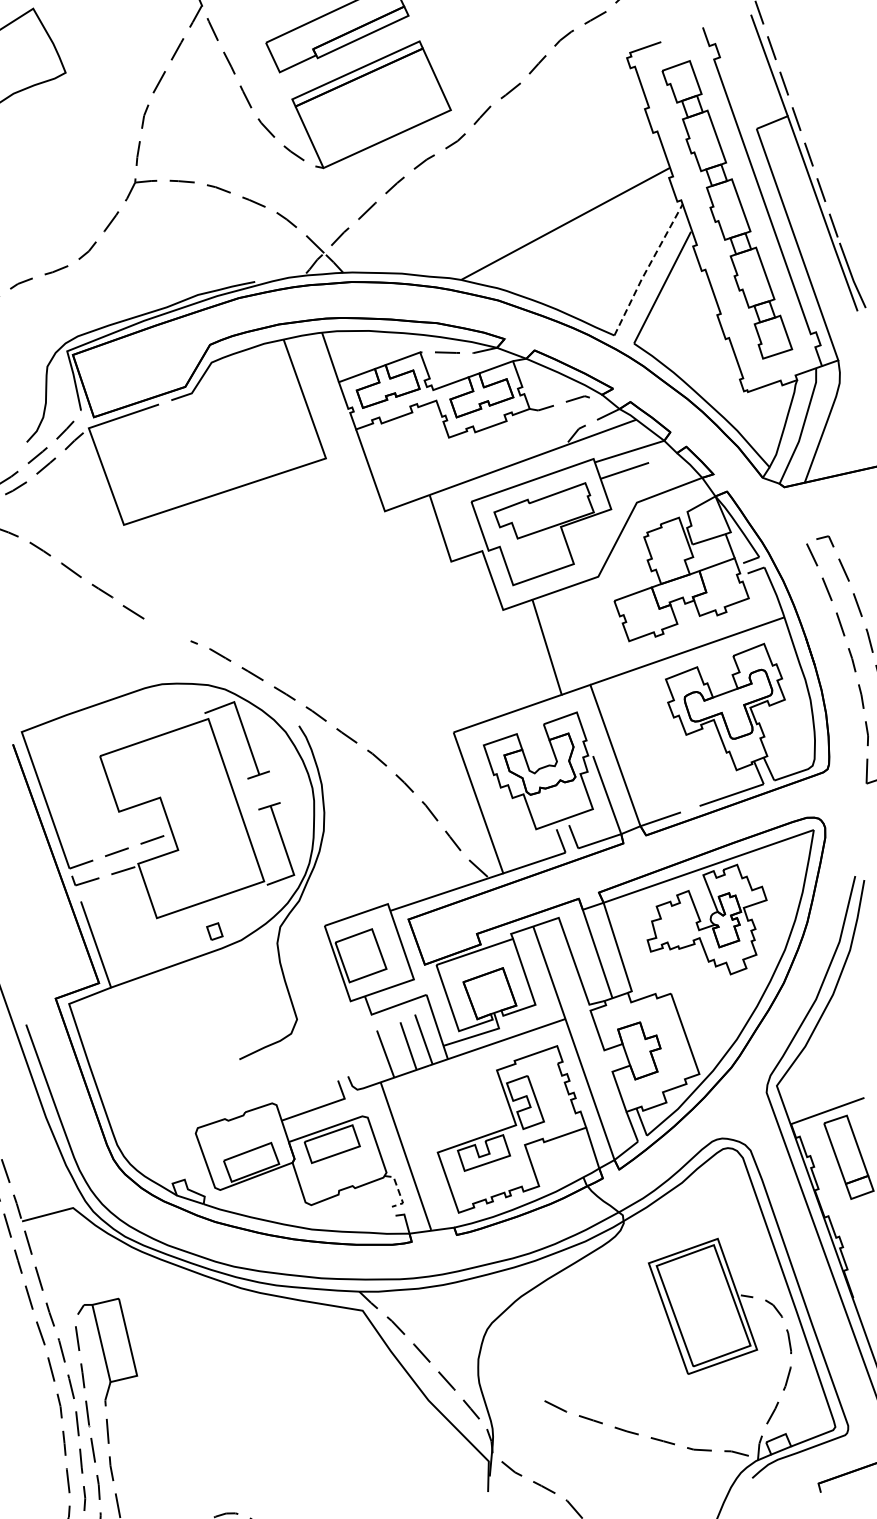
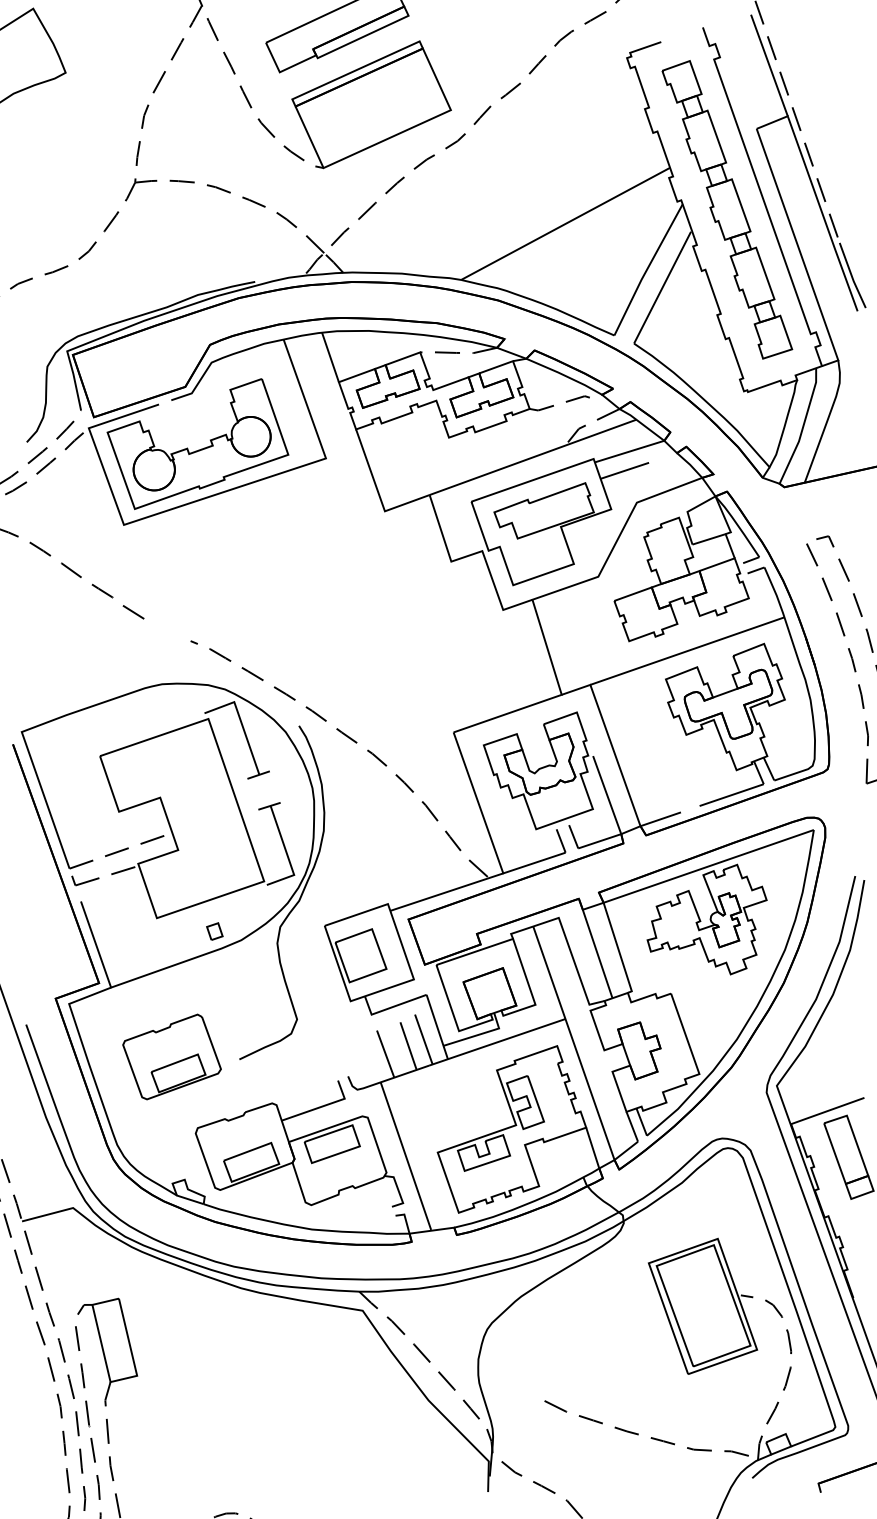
line at (646, 270): dashed -> solid
part at (198, 449): none -> present
part at (171, 1056): none -> present
line at (398, 1191): dashed -> solid
